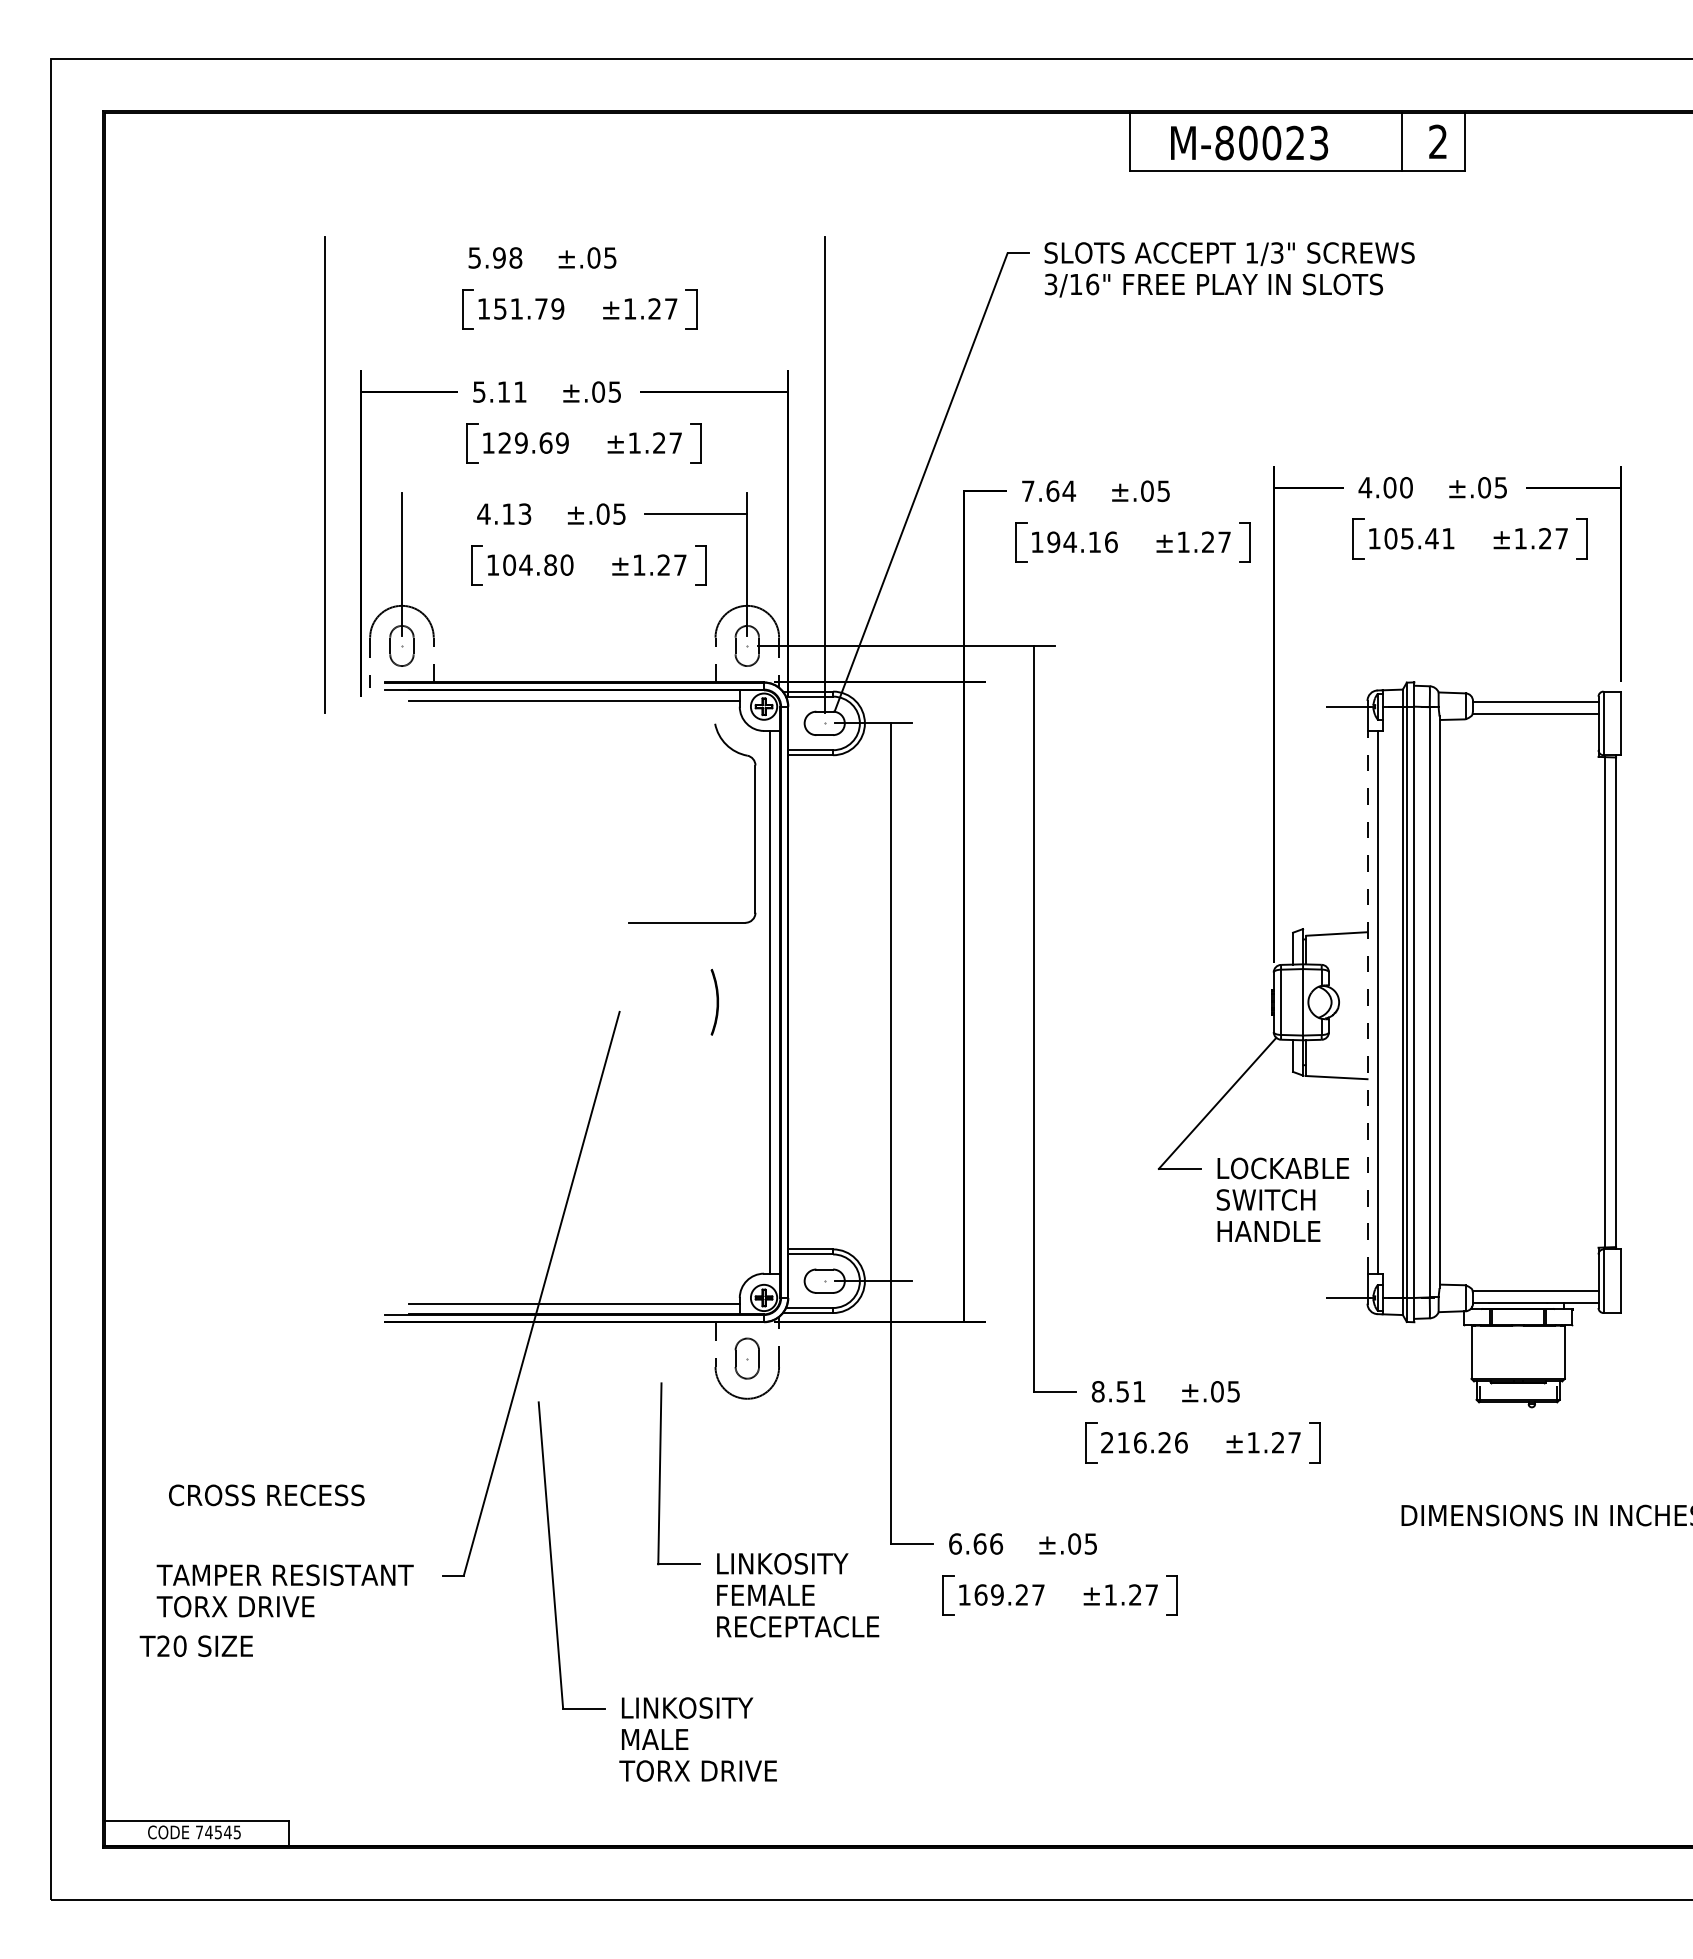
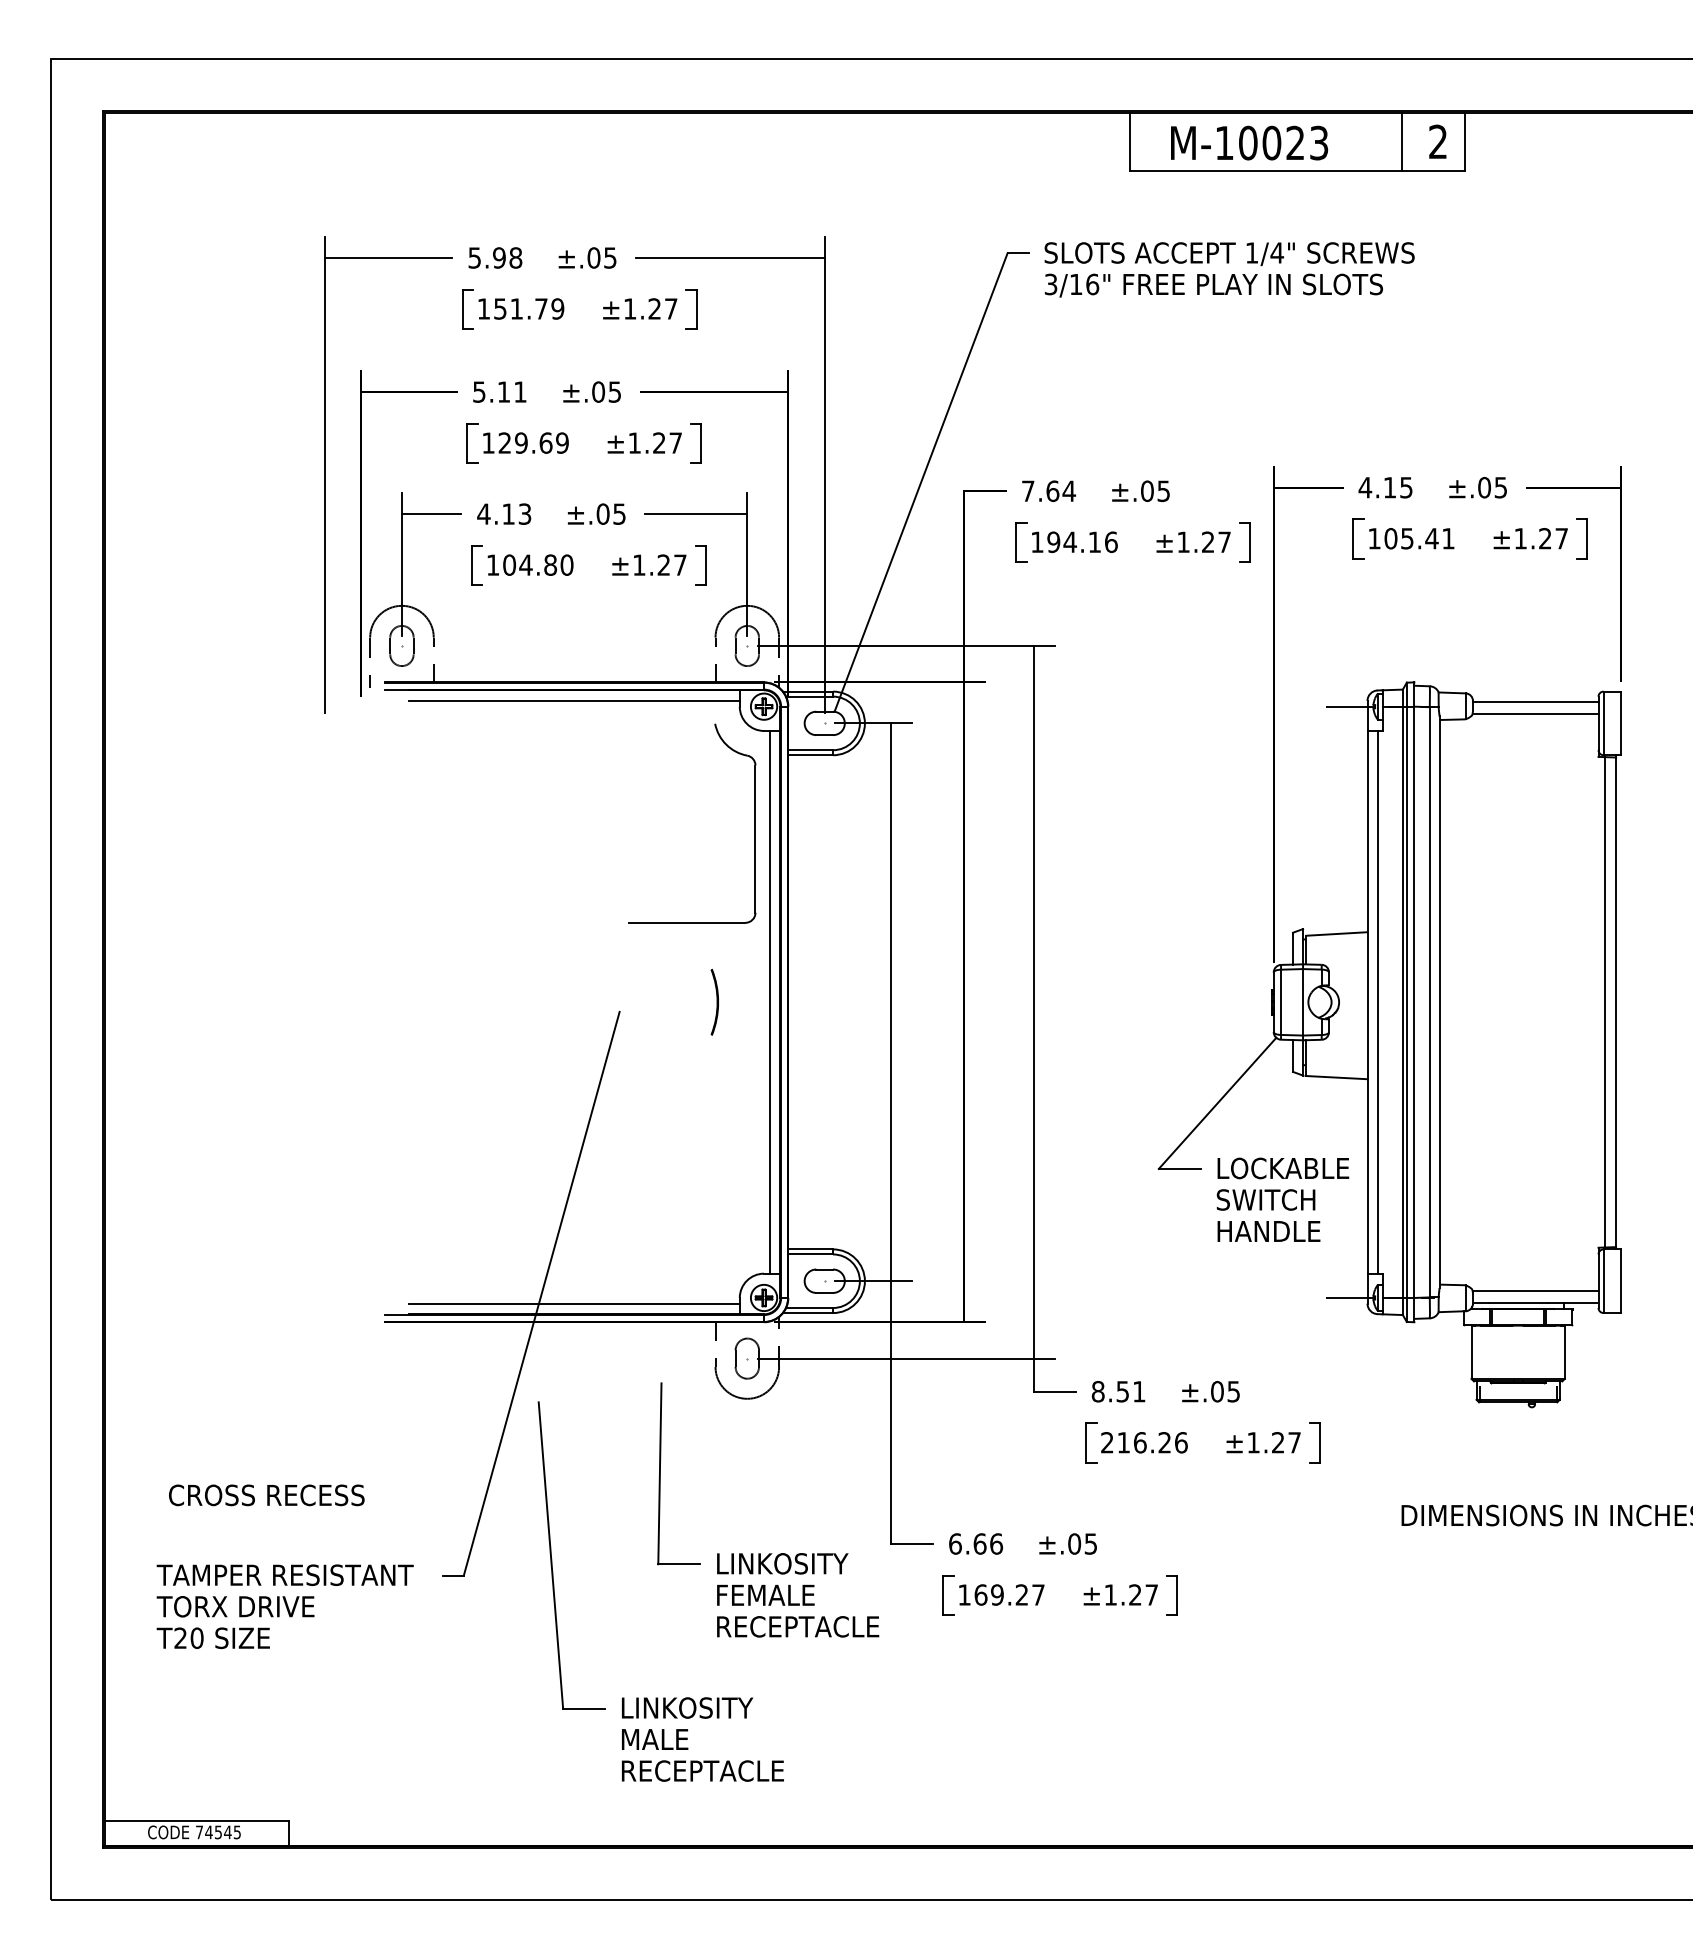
text at (1224, 142): M-80023 -> M-10023
text at (1276, 252): 1/3" -> 1/4"
line at (388, 258): none -> present
line at (730, 258): none -> present
text at (1397, 487): 4.00 -> 4.15
line at (431, 514): none -> present
line at (1367, 1001): dashed -> solid
line at (905, 1358): none -> present
text at (195, 1646) position: (195, 1646) -> (212, 1638)
text at (701, 1770): TORX DRIVE -> RECEPTACLE
